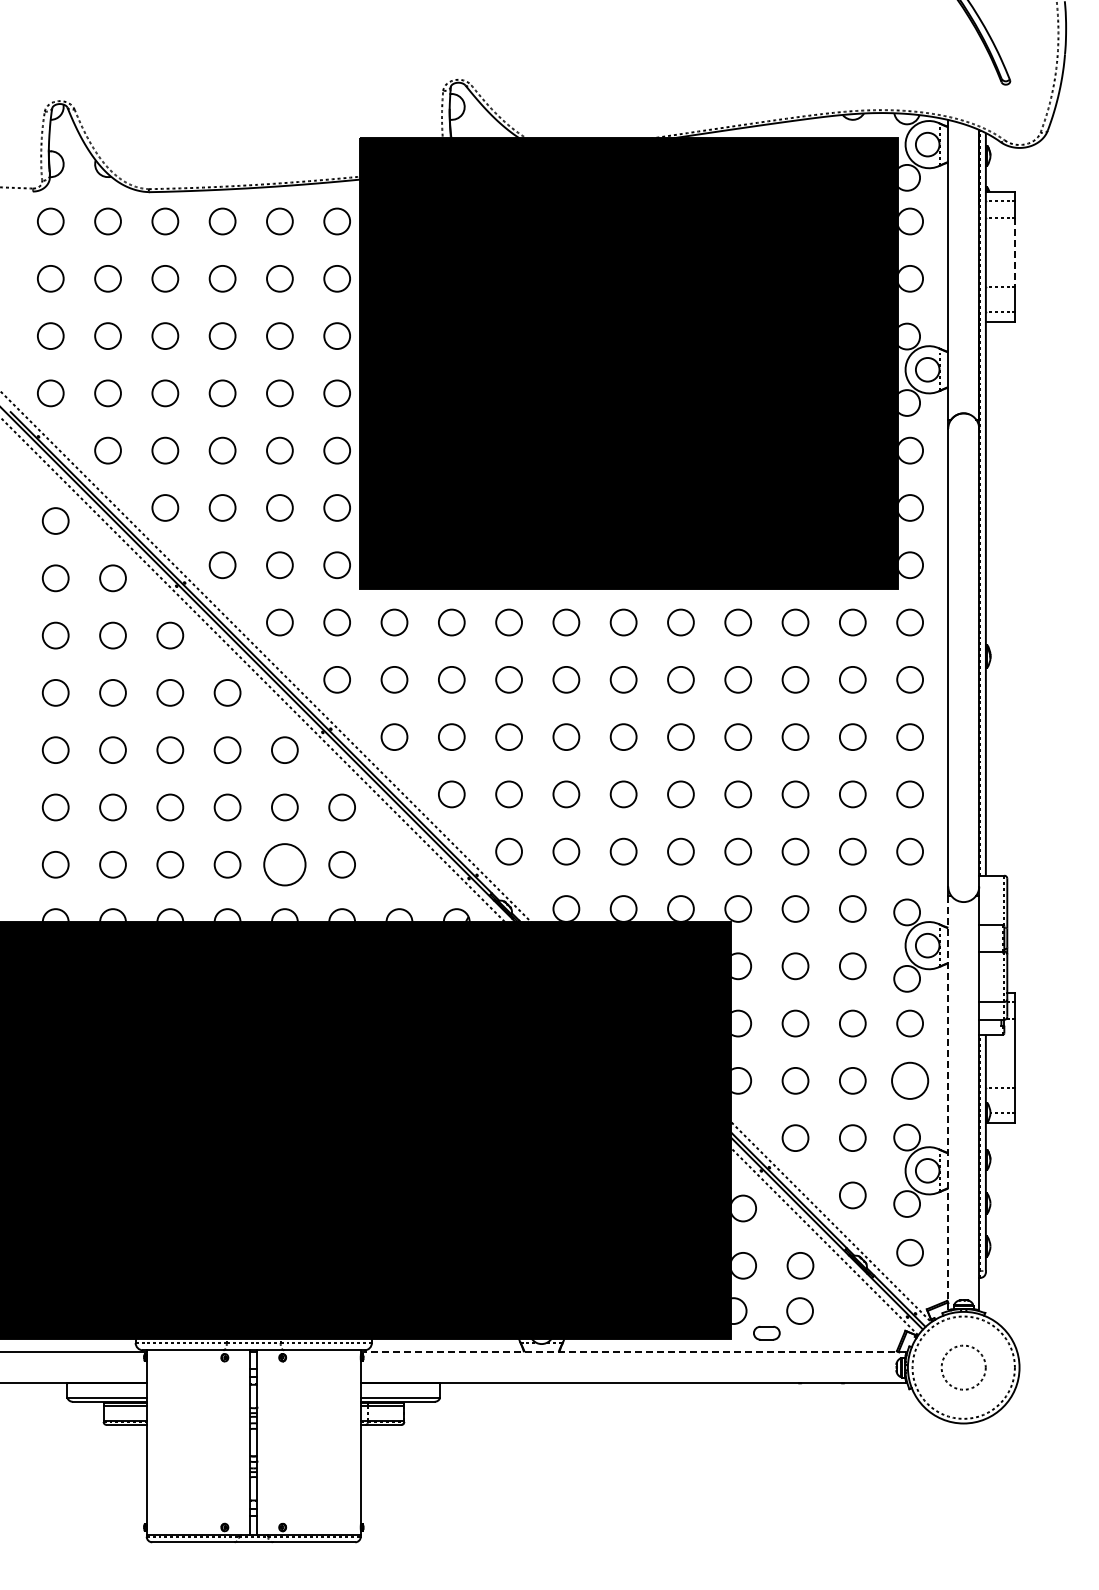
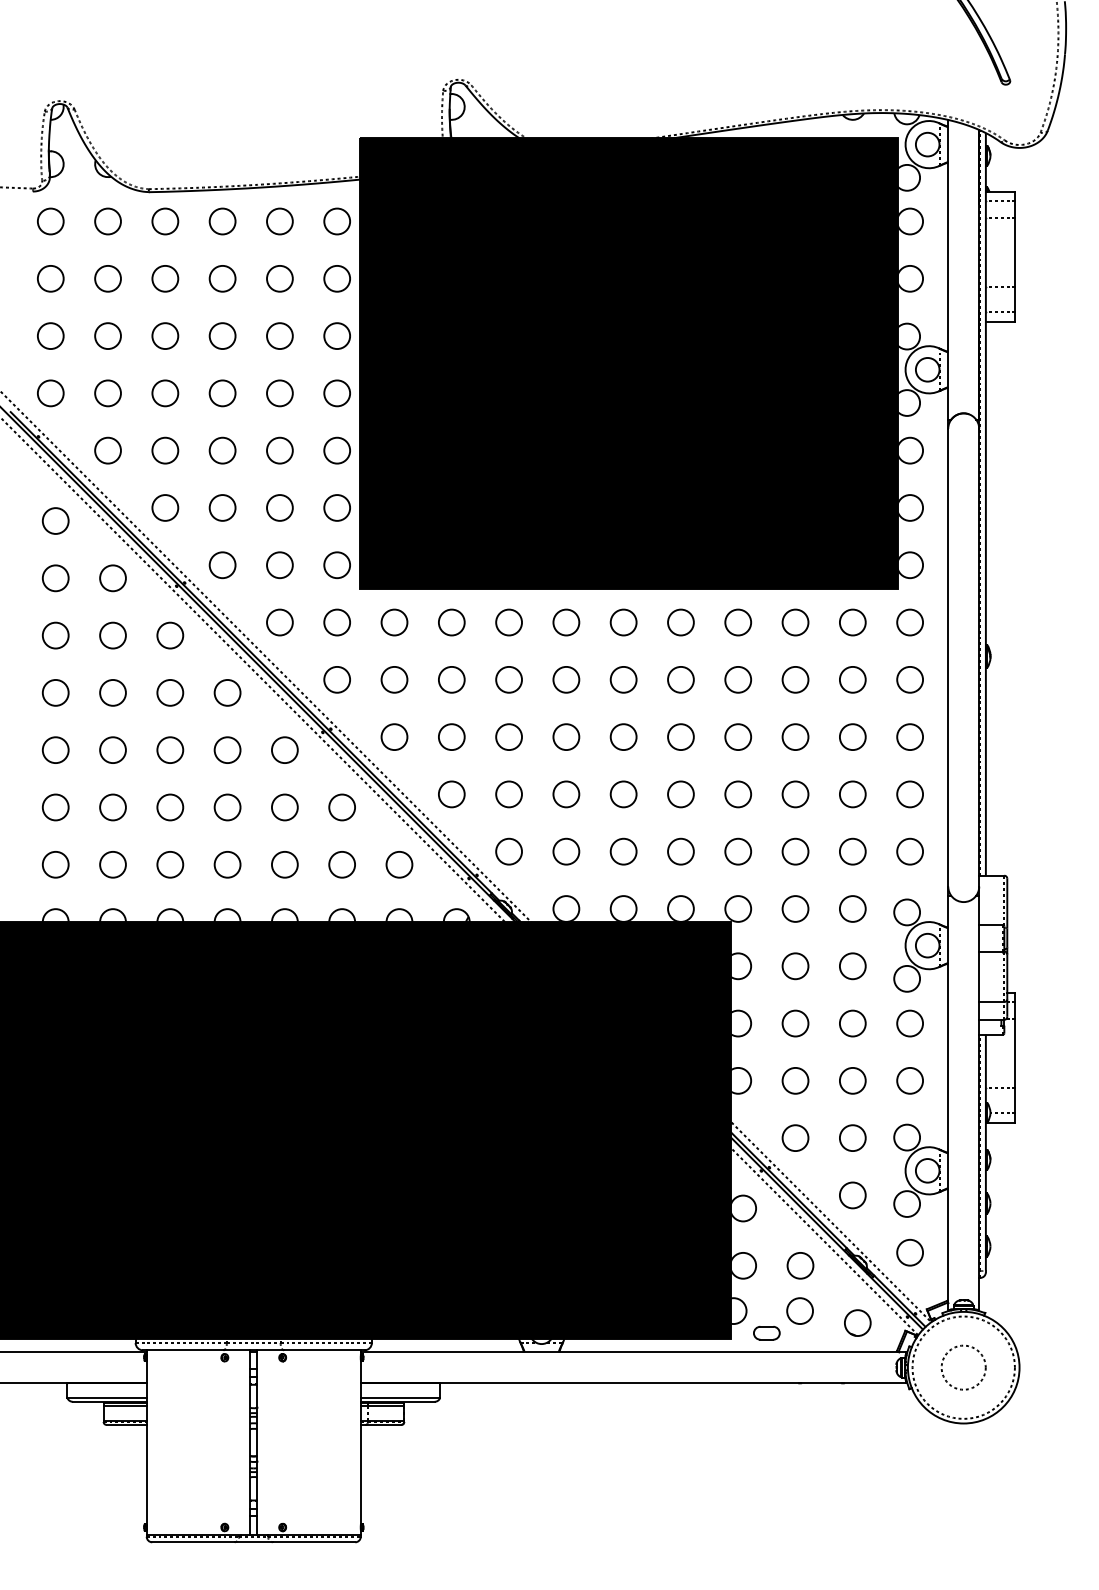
line at (1015, 252): dashed -> solid
circle at (284, 864) diameter: 41 px -> 26 px
circle at (399, 864): none -> present
circle at (910, 1080) diameter: 36 px -> 26 px
line at (948, 1103): dashed -> solid
circle at (857, 1322): none -> present
line at (633, 1352): dashed -> solid
